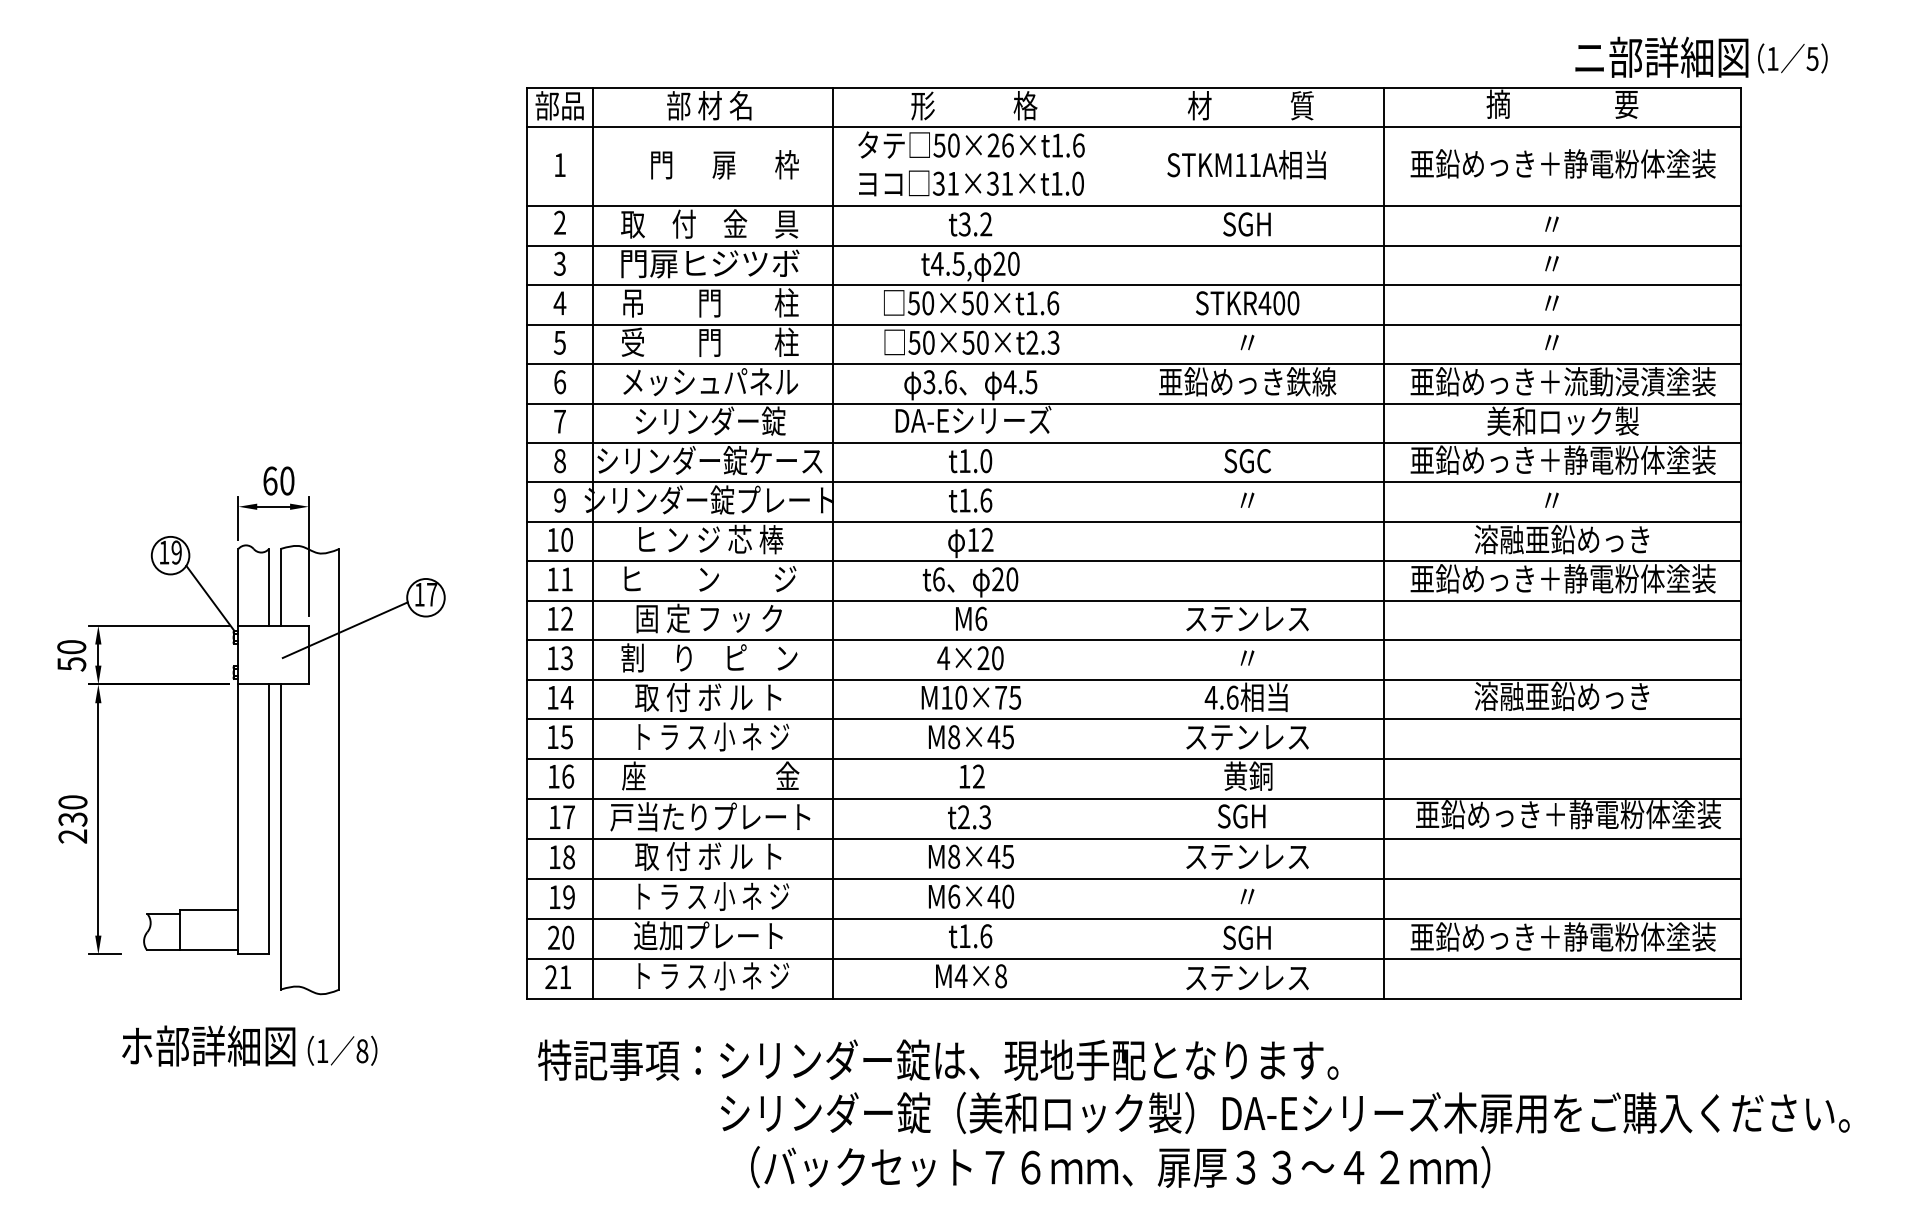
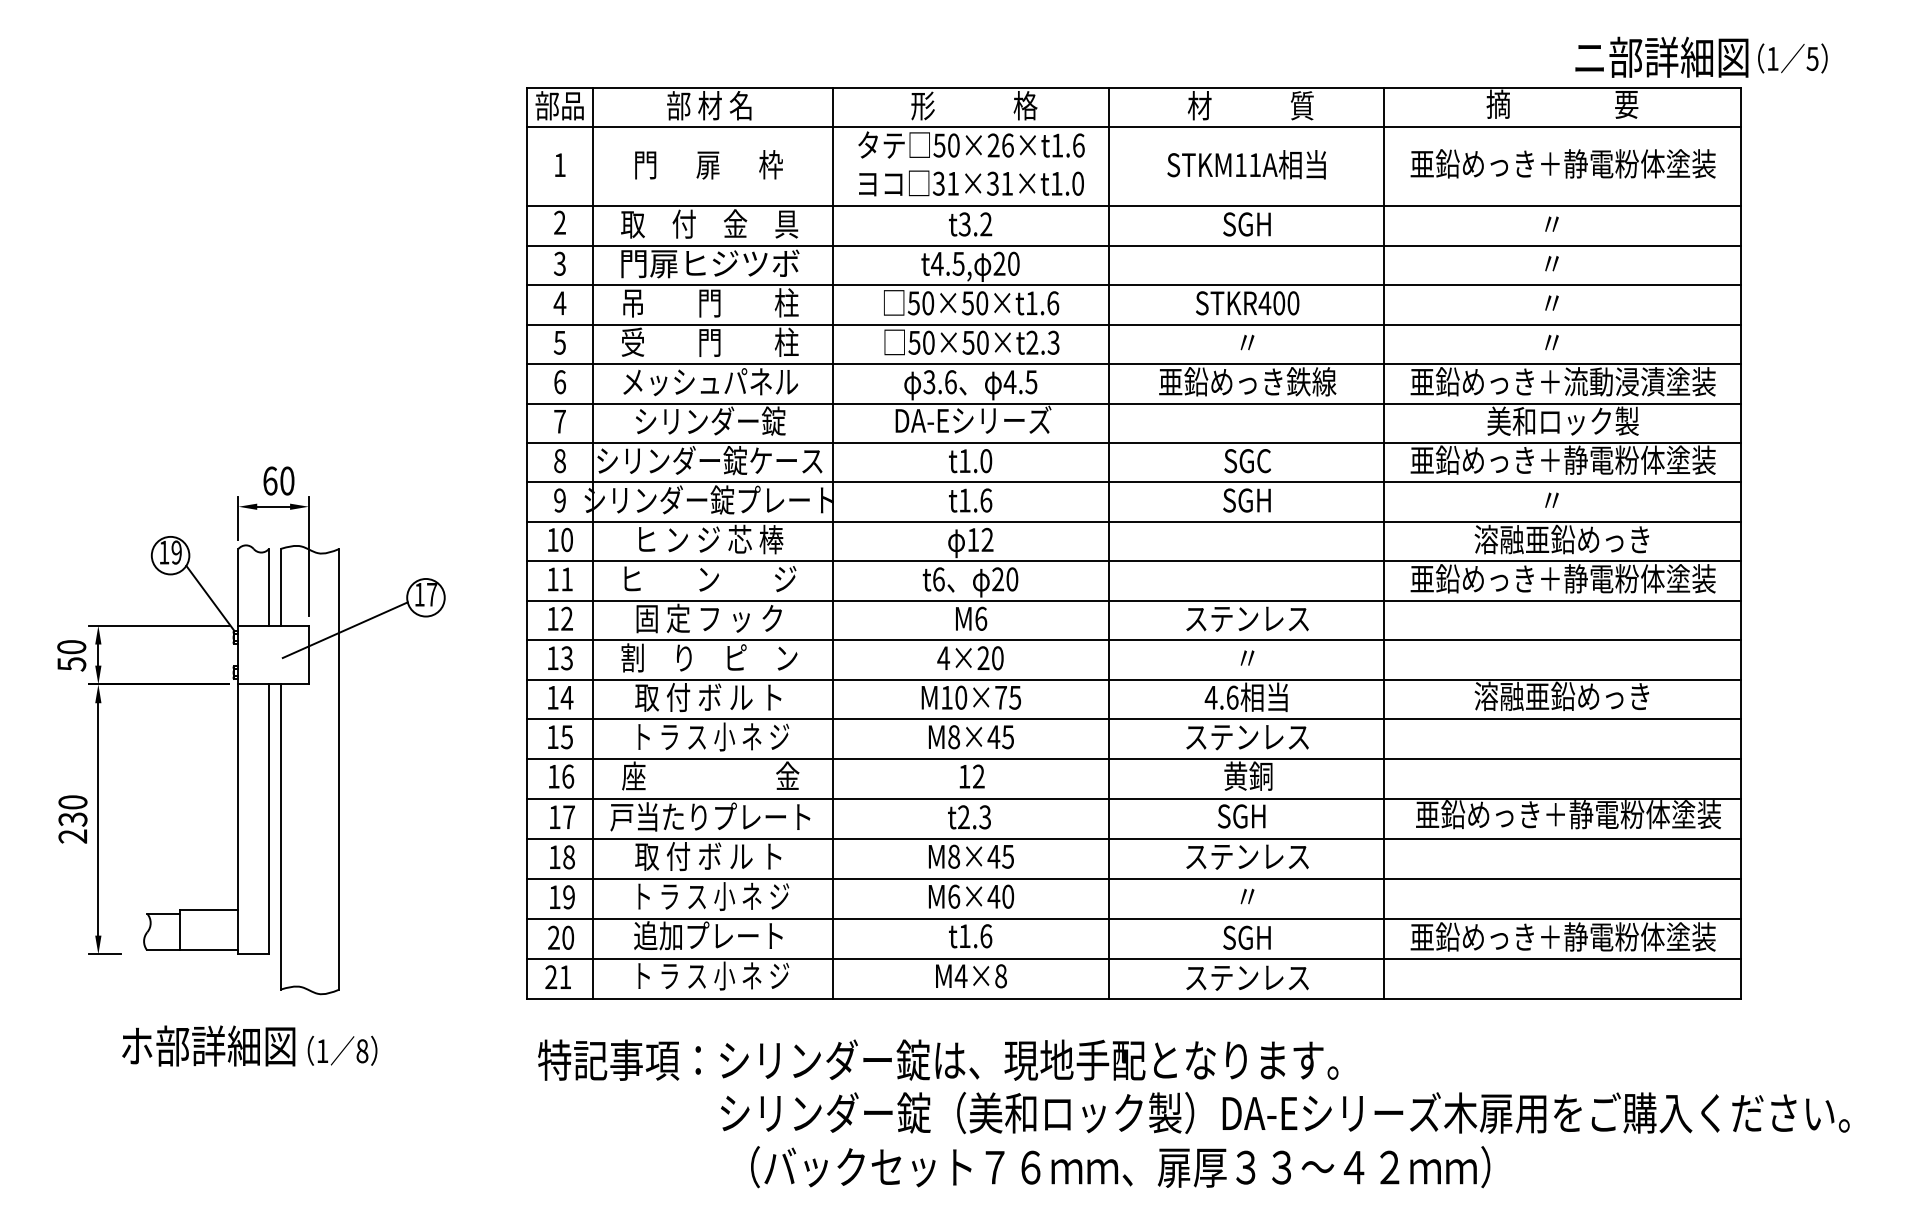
text at (724, 164) position: (724, 164) -> (708, 164)
text at (1246, 500): 〃 -> SGH
line at (1109, 543): none -> present
